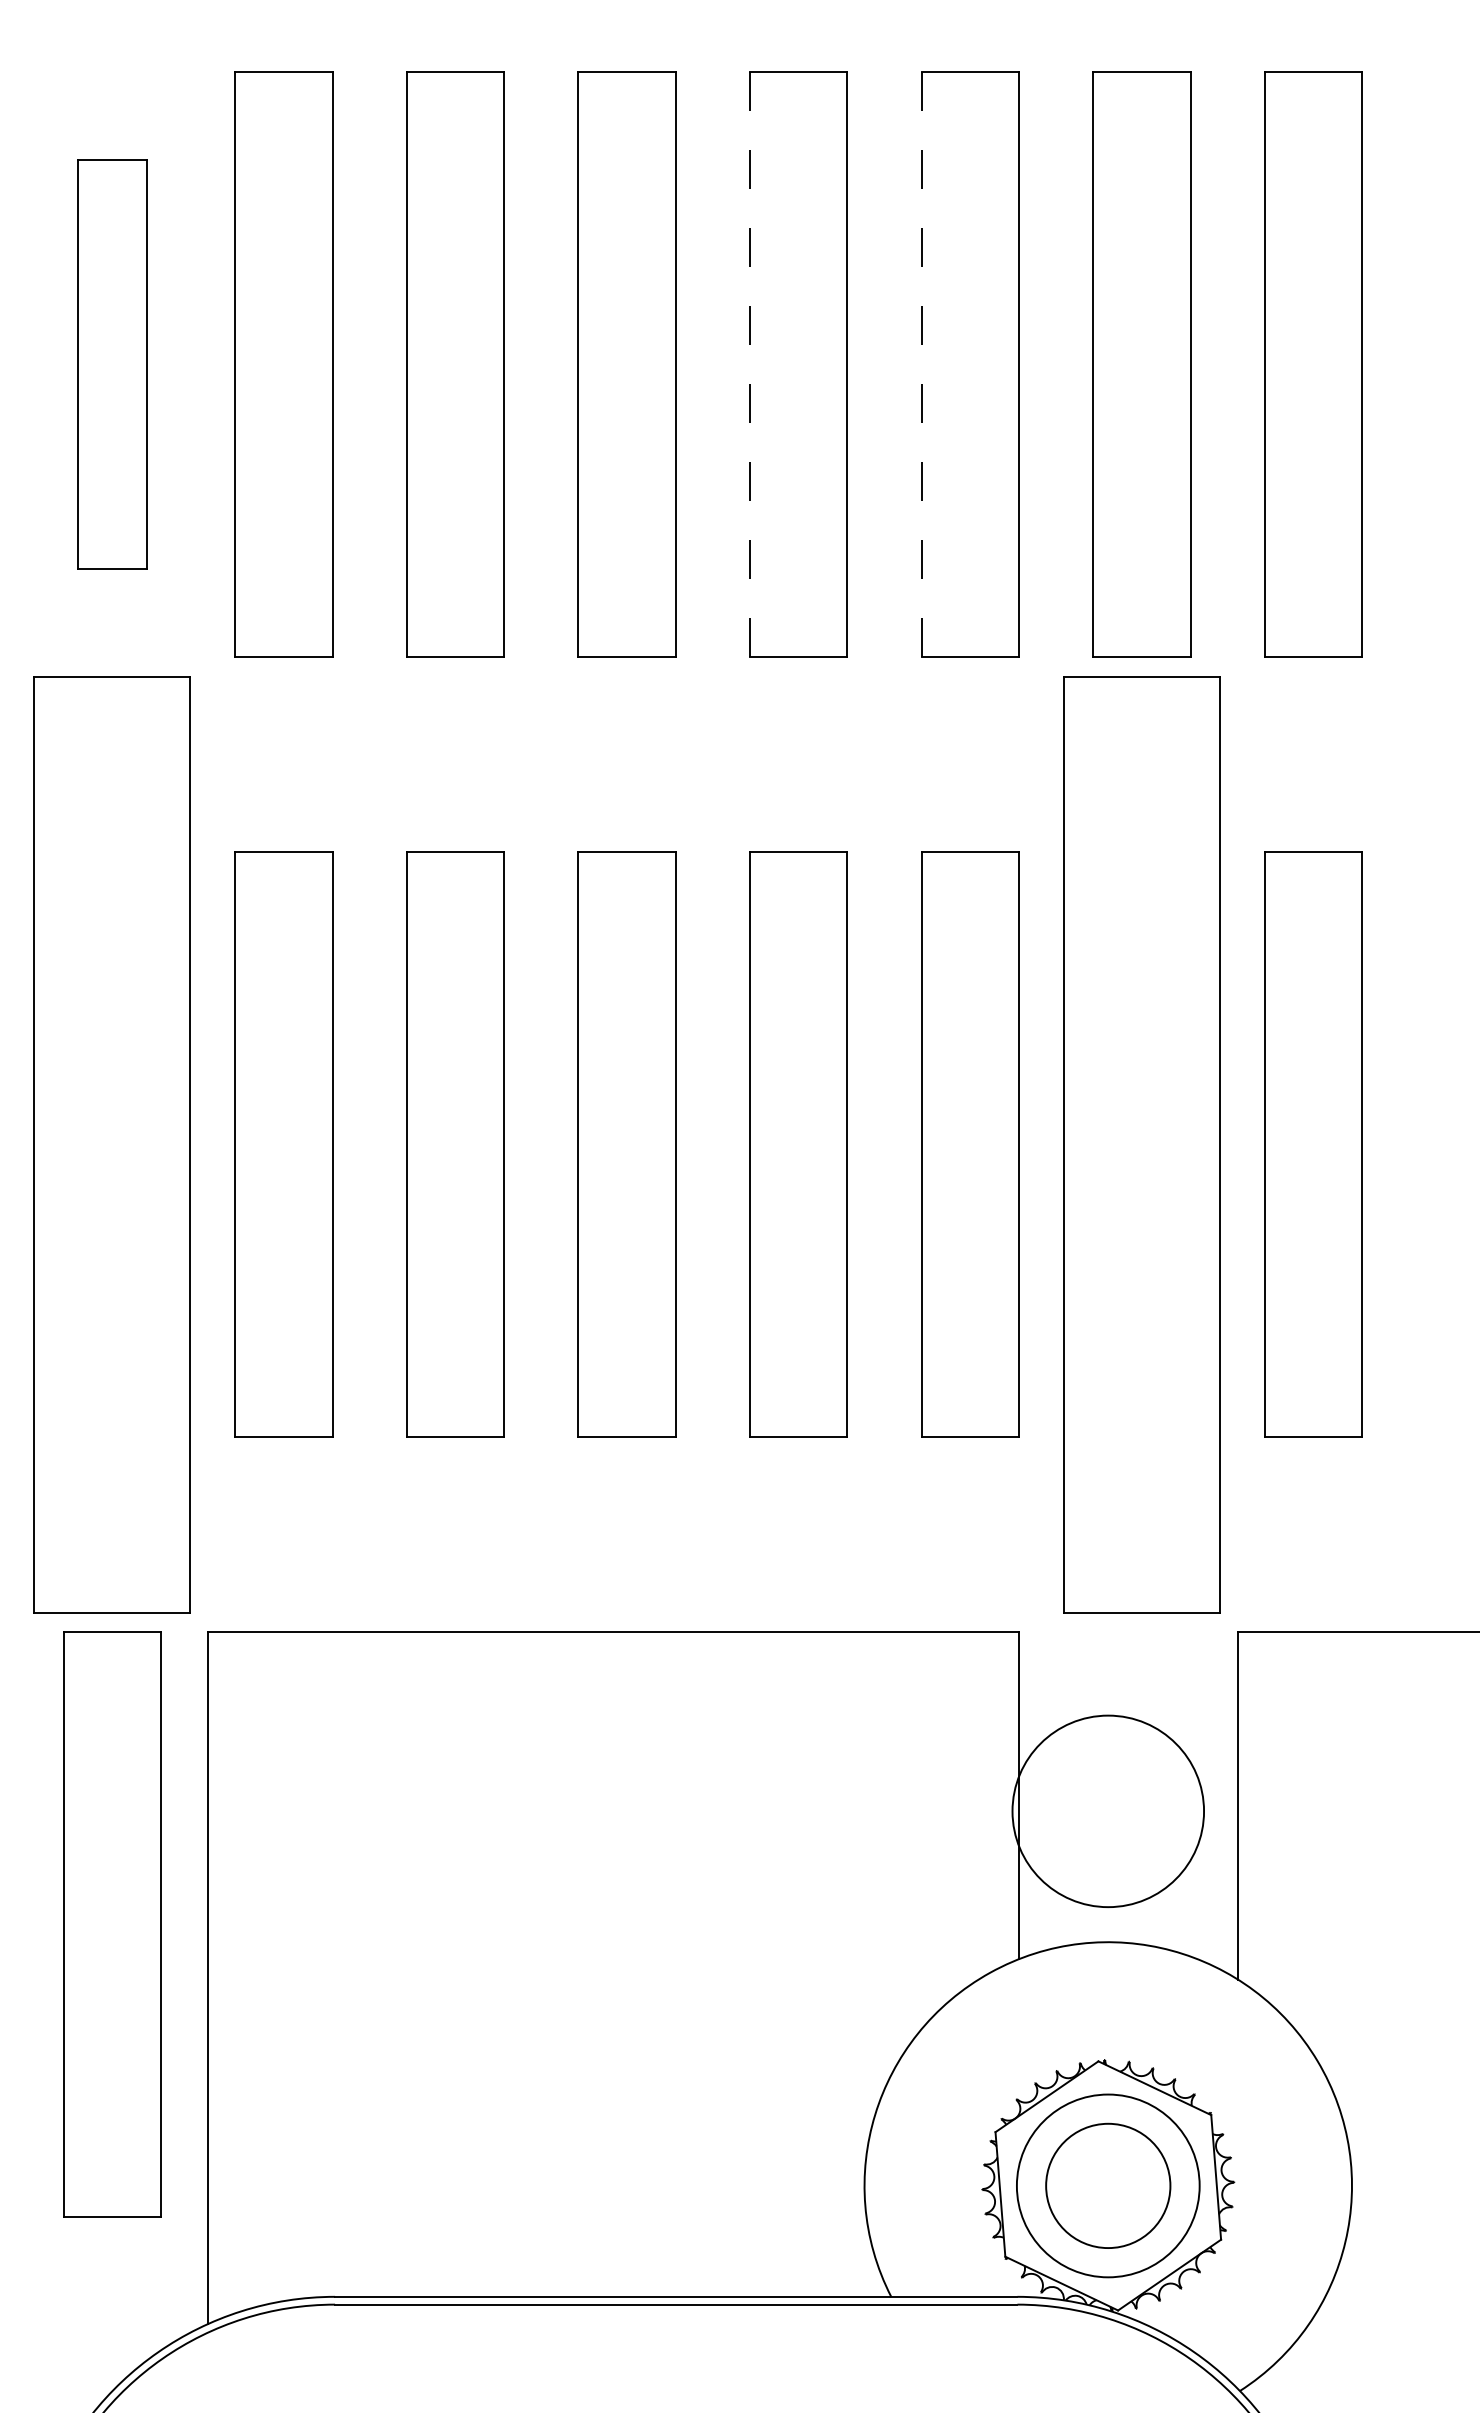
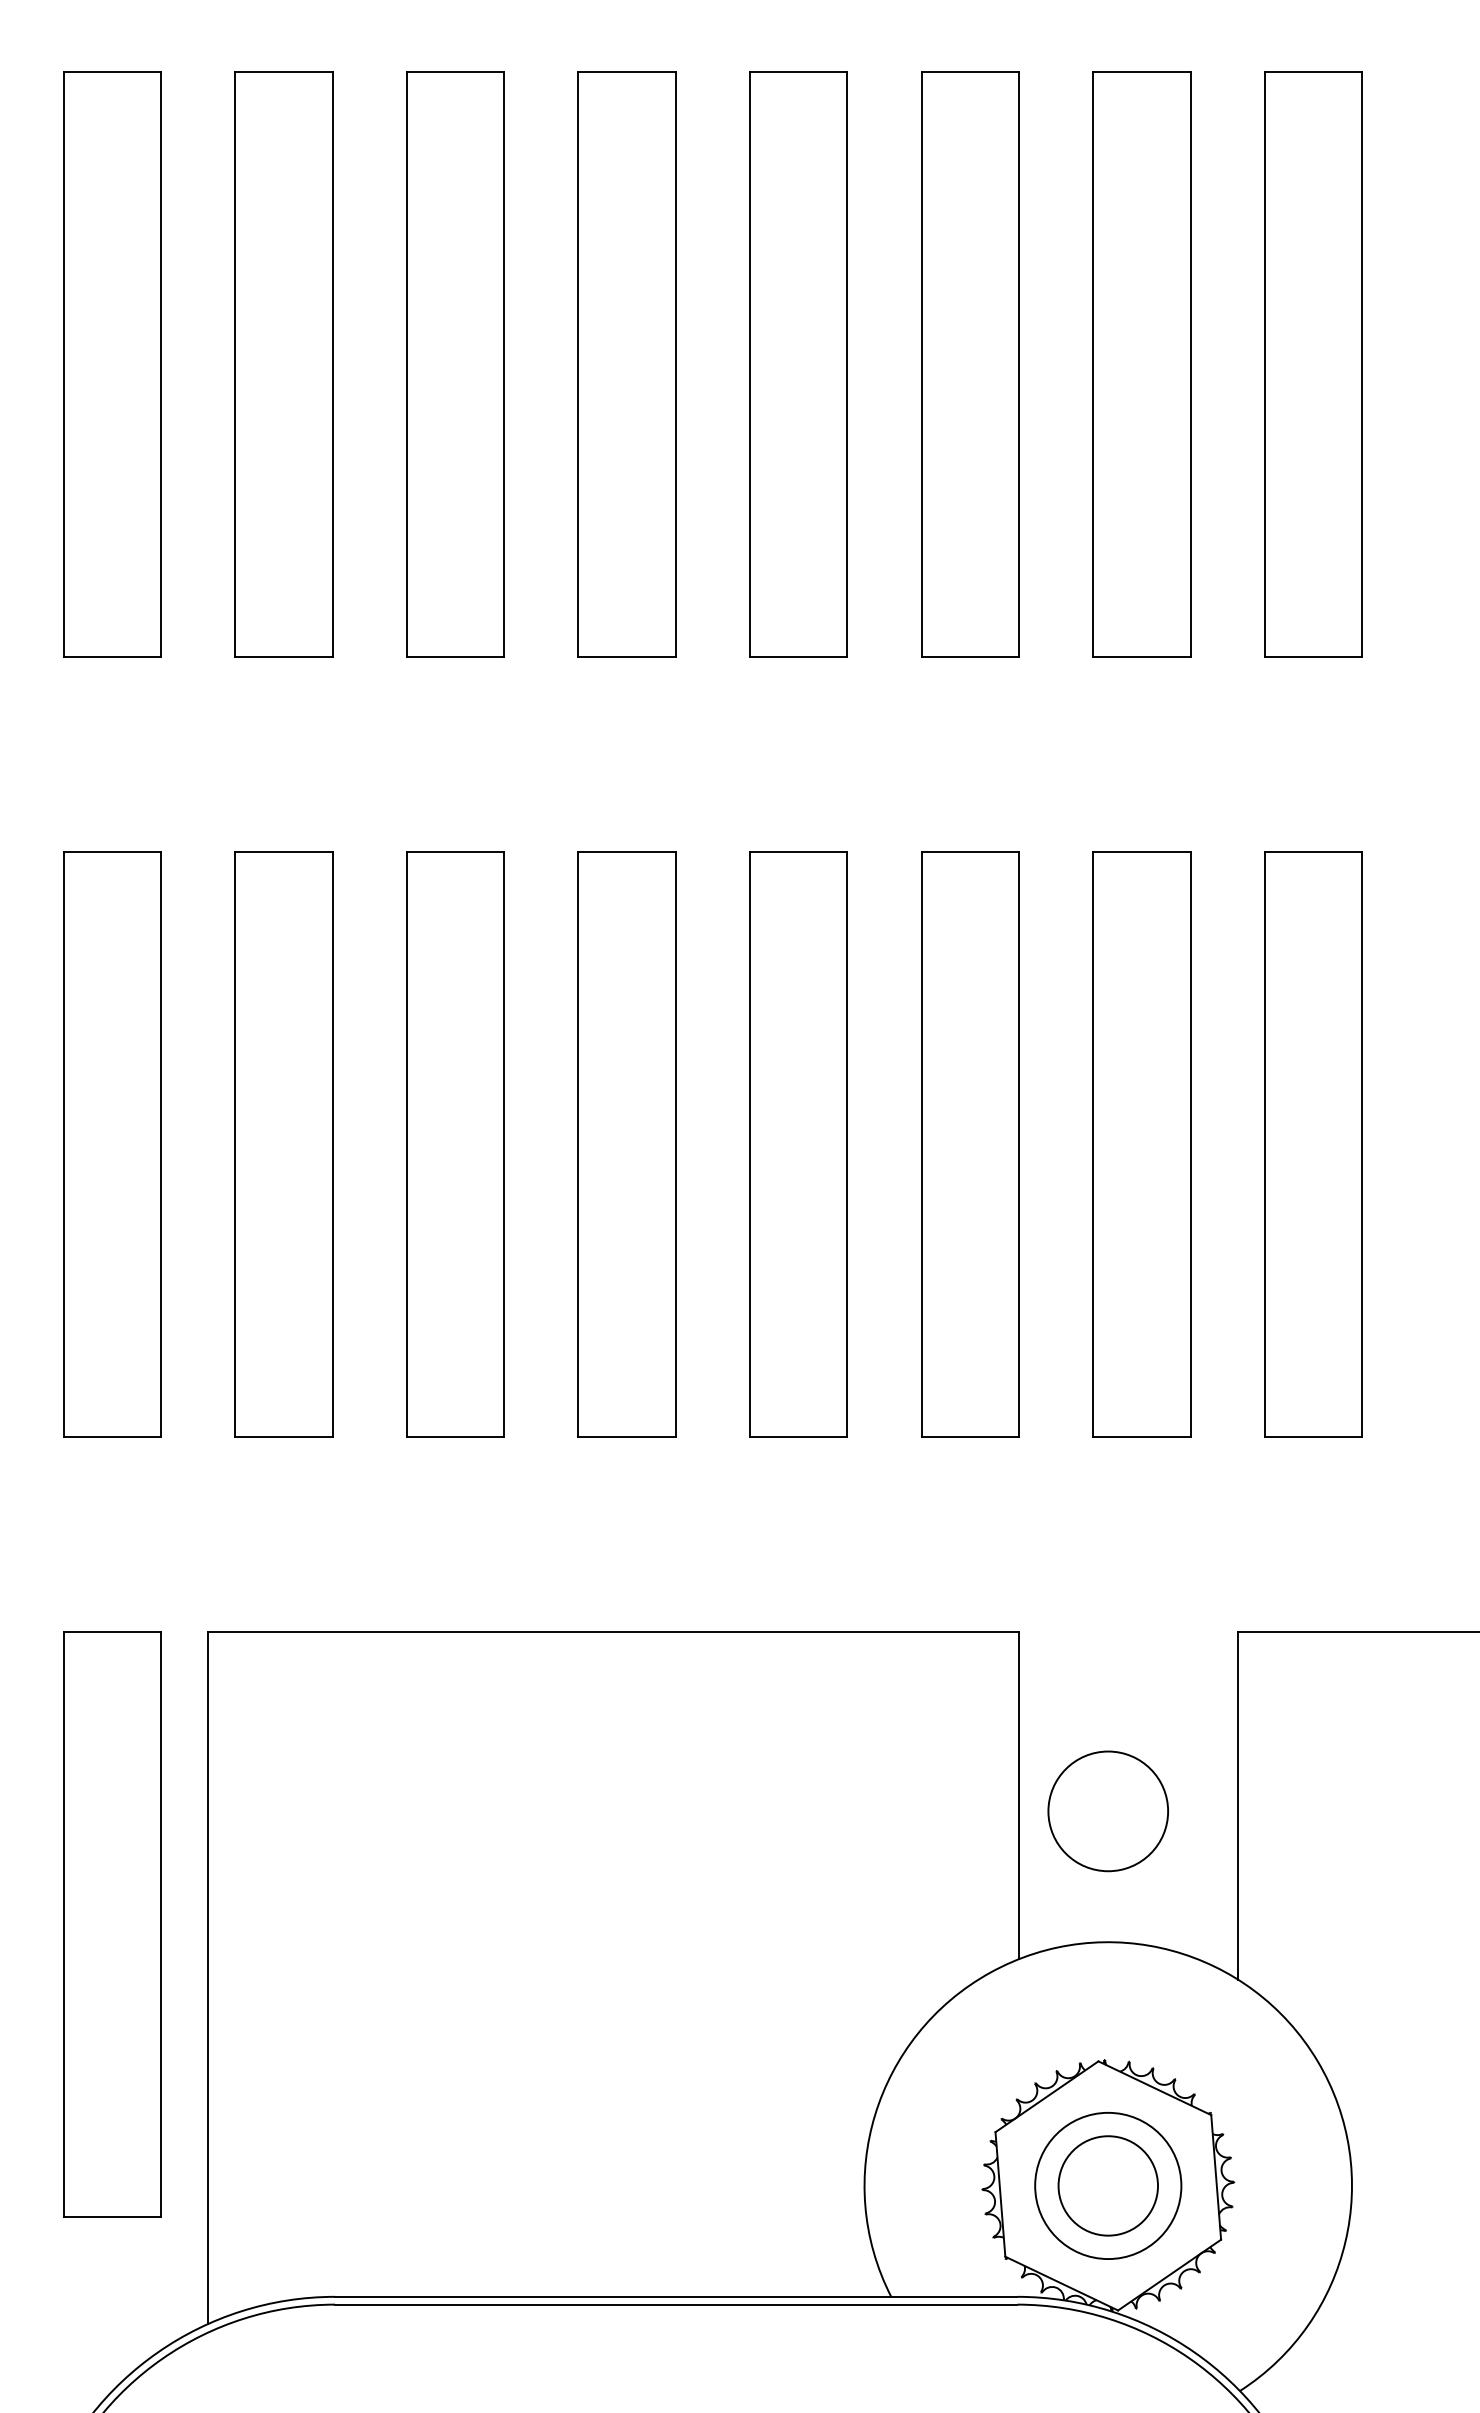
part at (112, 364) size: 71x411 px -> 99x587 px
line at (749, 364): dashed -> solid
line at (921, 364): dashed -> solid
part at (111, 1144) size: 158x938 px -> 99x587 px
part at (1141, 1144) size: 158x938 px -> 100x587 px
circle at (1108, 1811) diameter: 192 px -> 120 px
circle at (1107, 2185) diameter: 183 px -> 146 px
circle at (1108, 2185) diameter: 124 px -> 99 px
